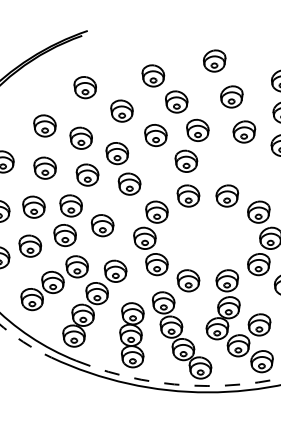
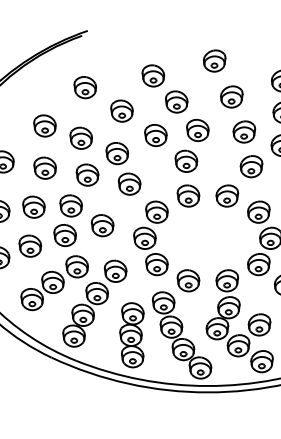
part at (251, 166): none -> present
arc at (24, 342): dashed -> solid
arc at (177, 384): dashed -> solid
